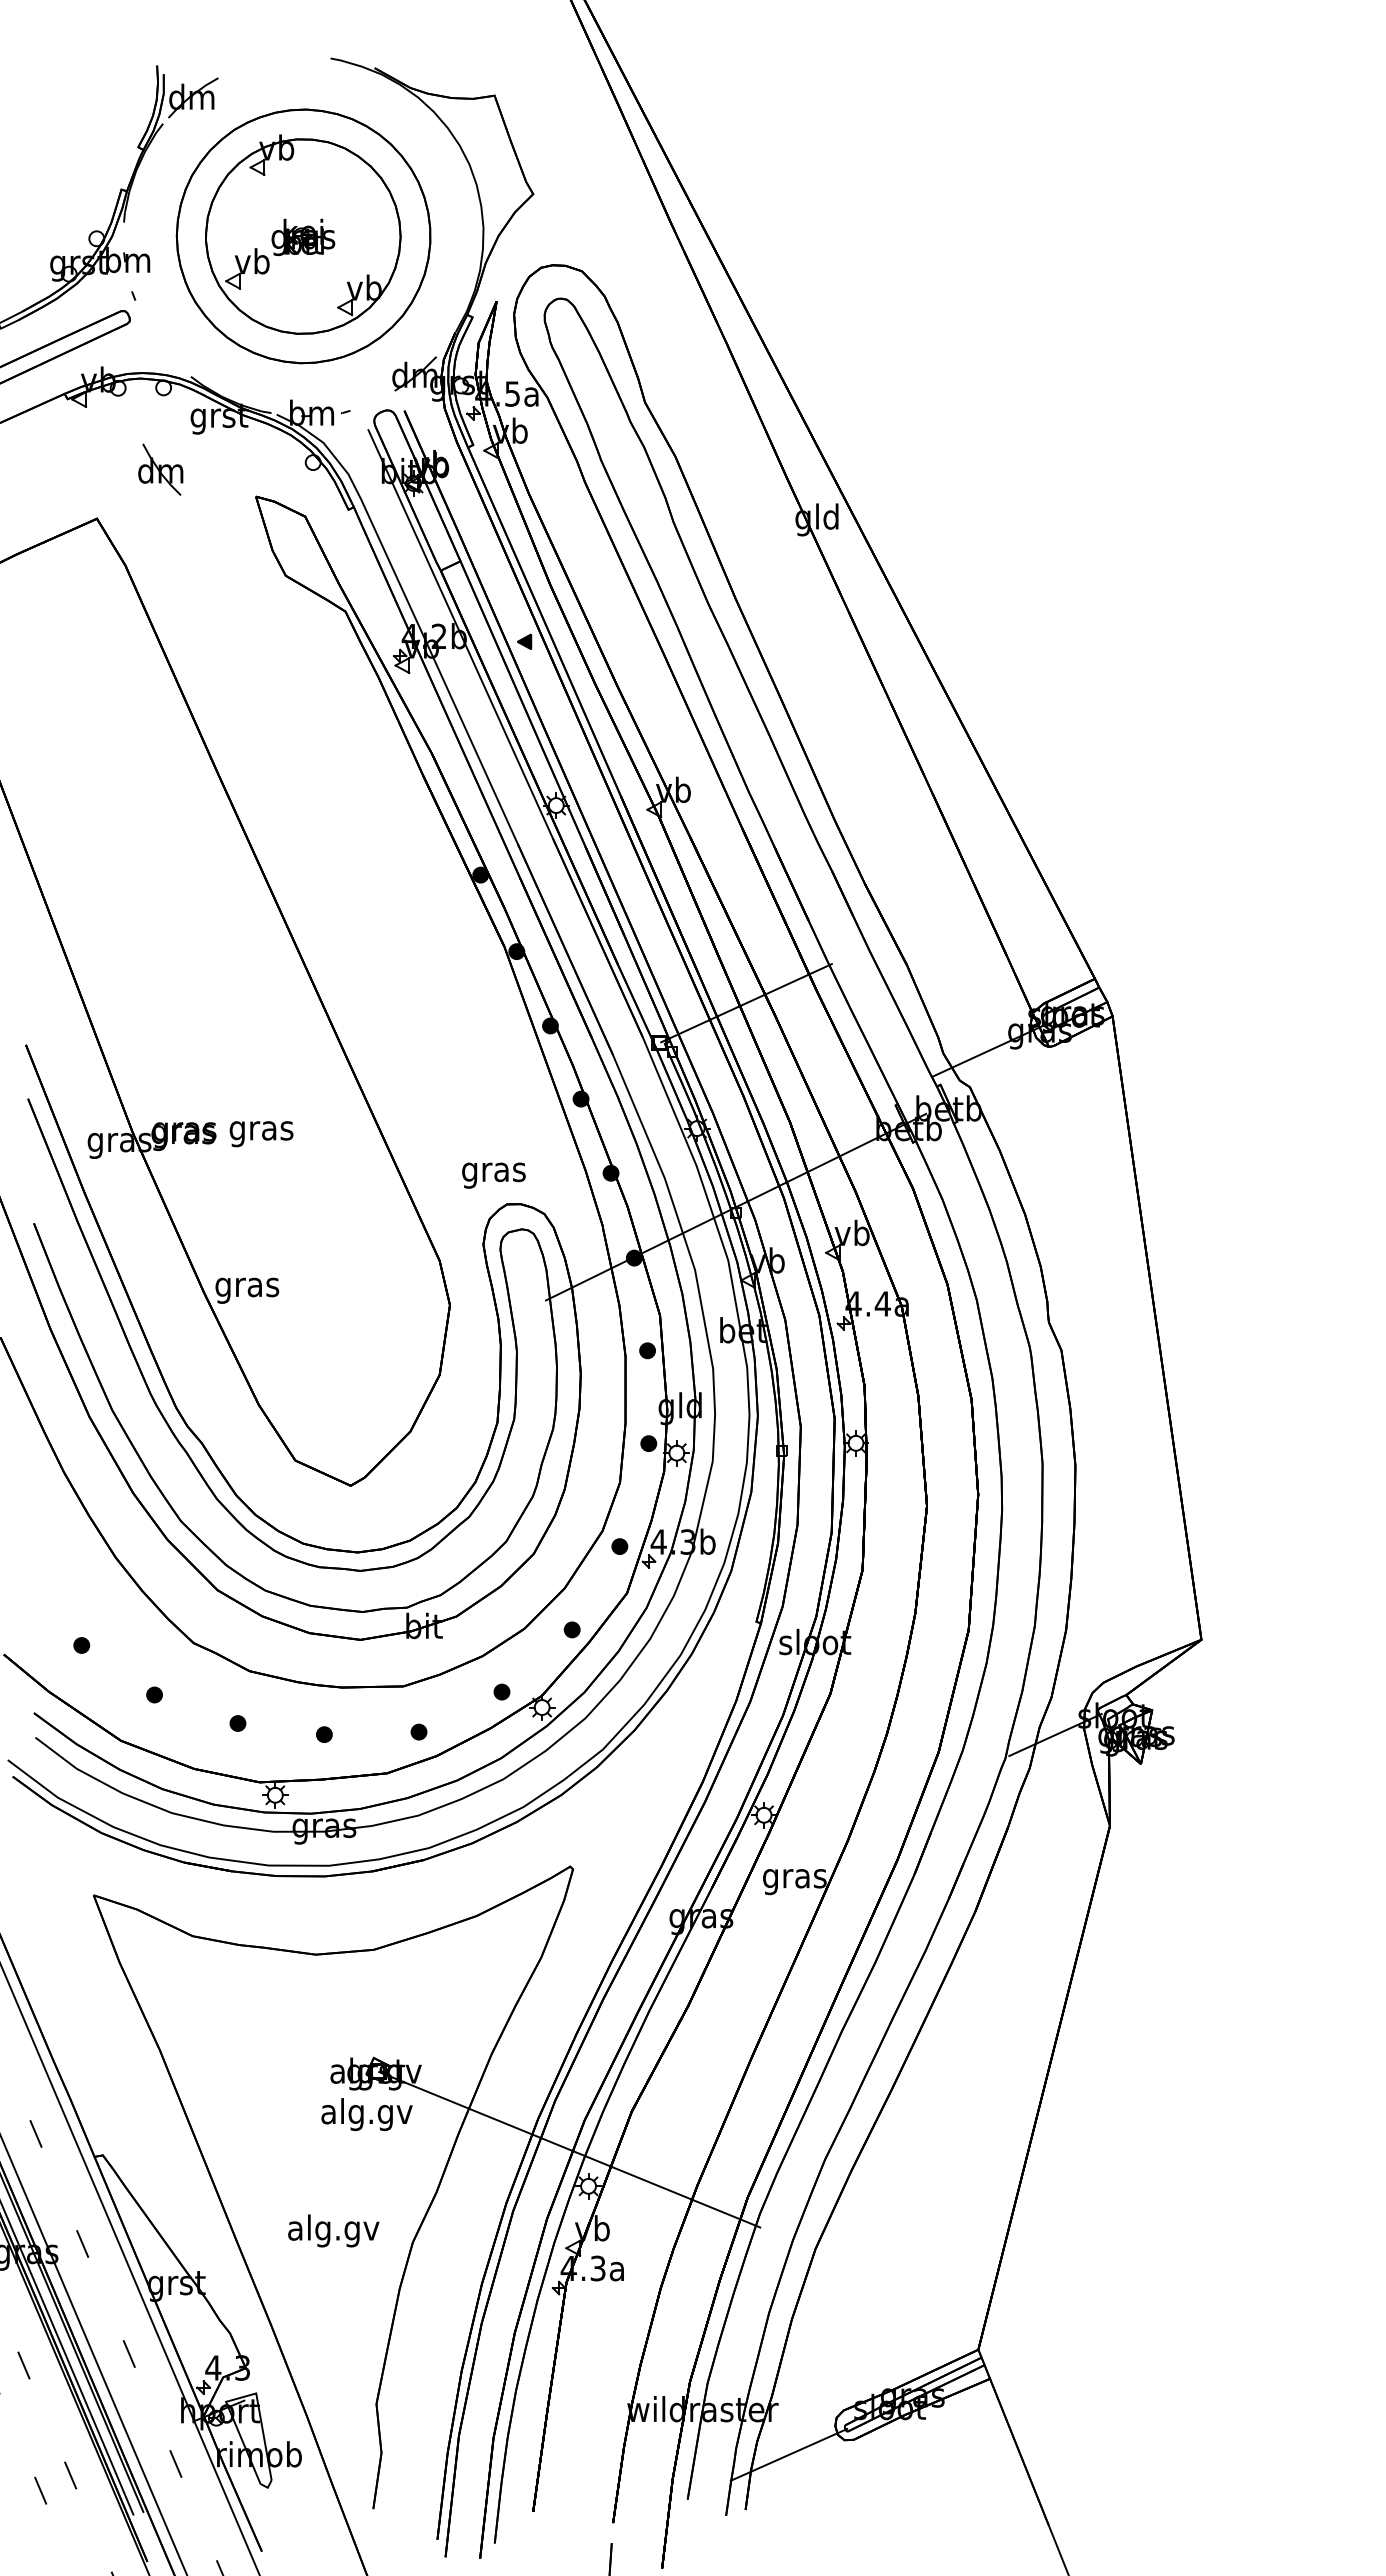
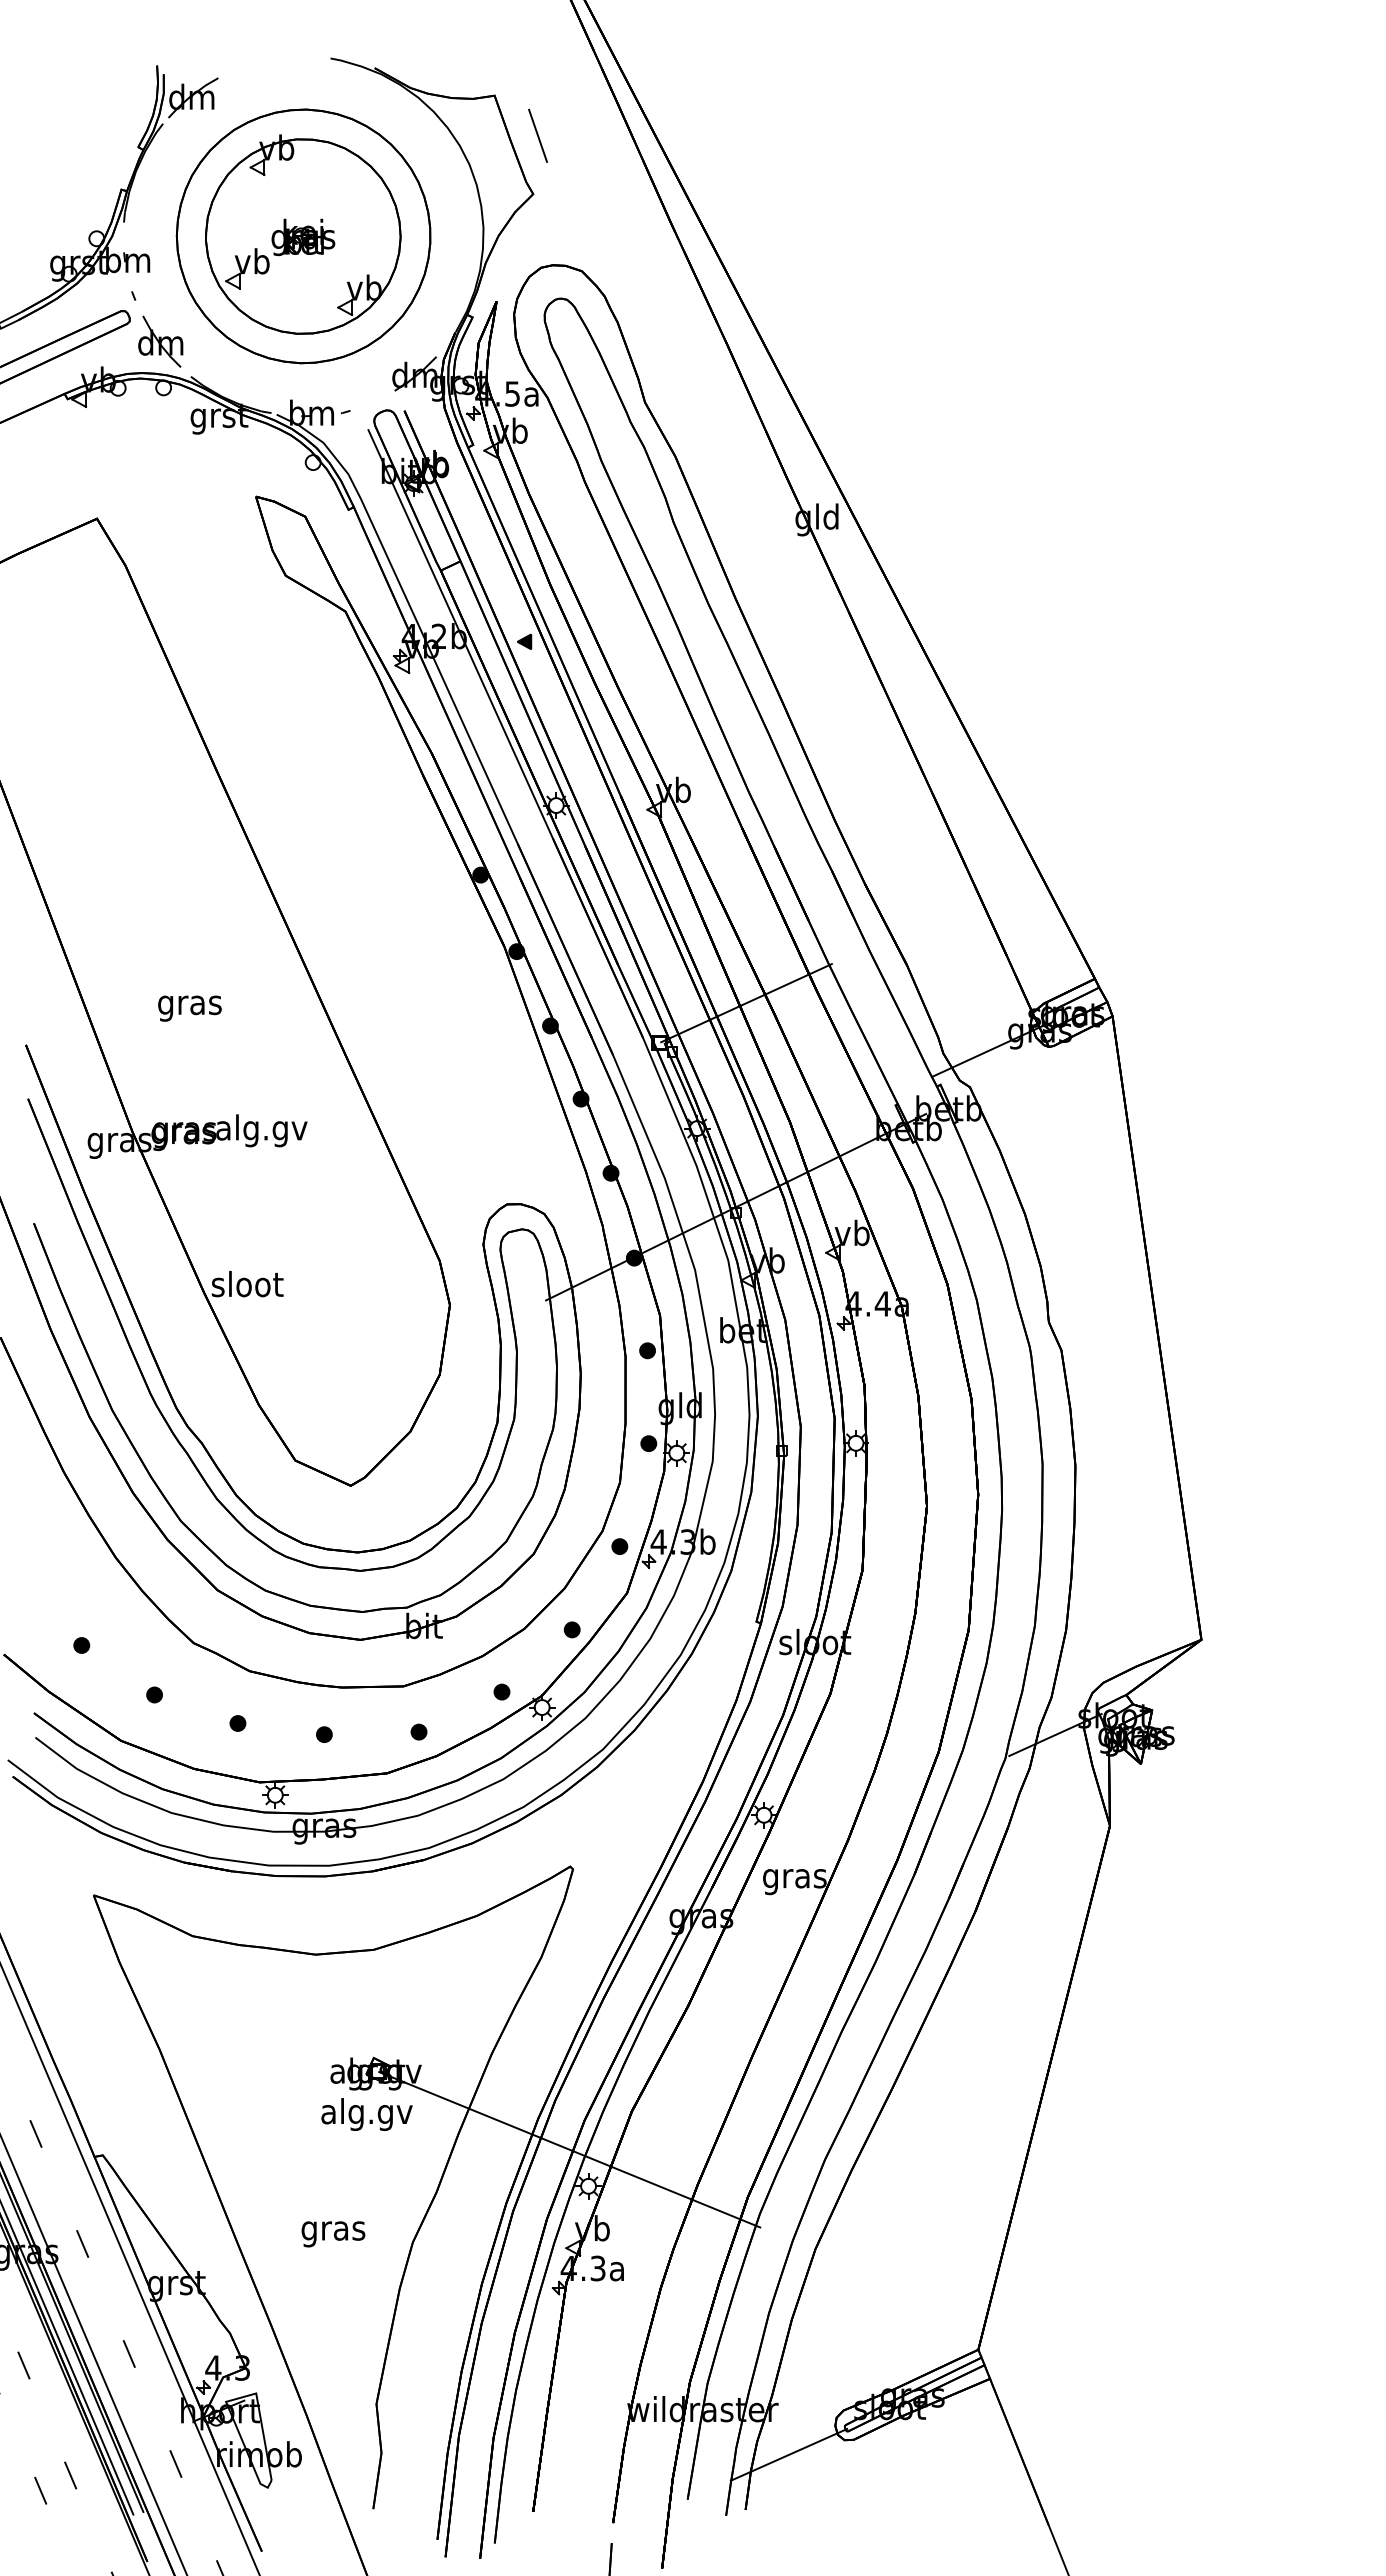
line at (538, 135): none -> present
part at (160, 469) position: (160, 469) -> (160, 341)
text at (261, 1130): gras -> alg.gv
text at (493, 1175) position: (493, 1175) -> (189, 1008)
text at (247, 1287): gras -> sloot
text at (333, 2230): alg.gv -> gras
